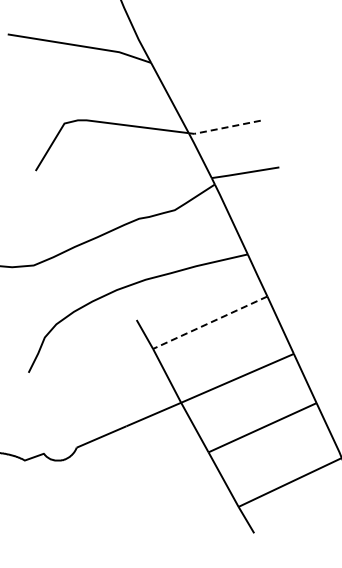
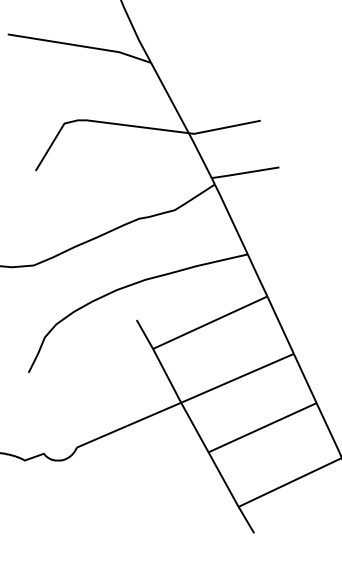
line at (223, 128): dashed -> solid
line at (210, 322): dashed -> solid
